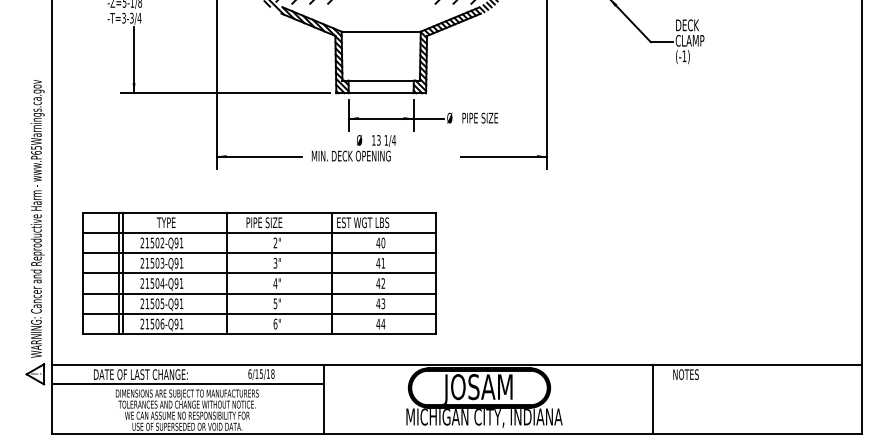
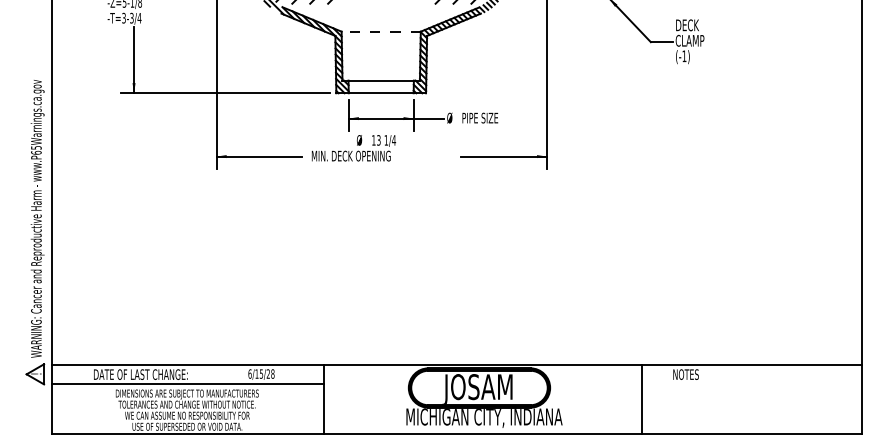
line at (381, 31): solid -> dashed
part at (259, 273): present -> none
text at (267, 373): 6/15/18 -> 6/15/28
line at (653, 399) position: (653, 399) -> (642, 399)
